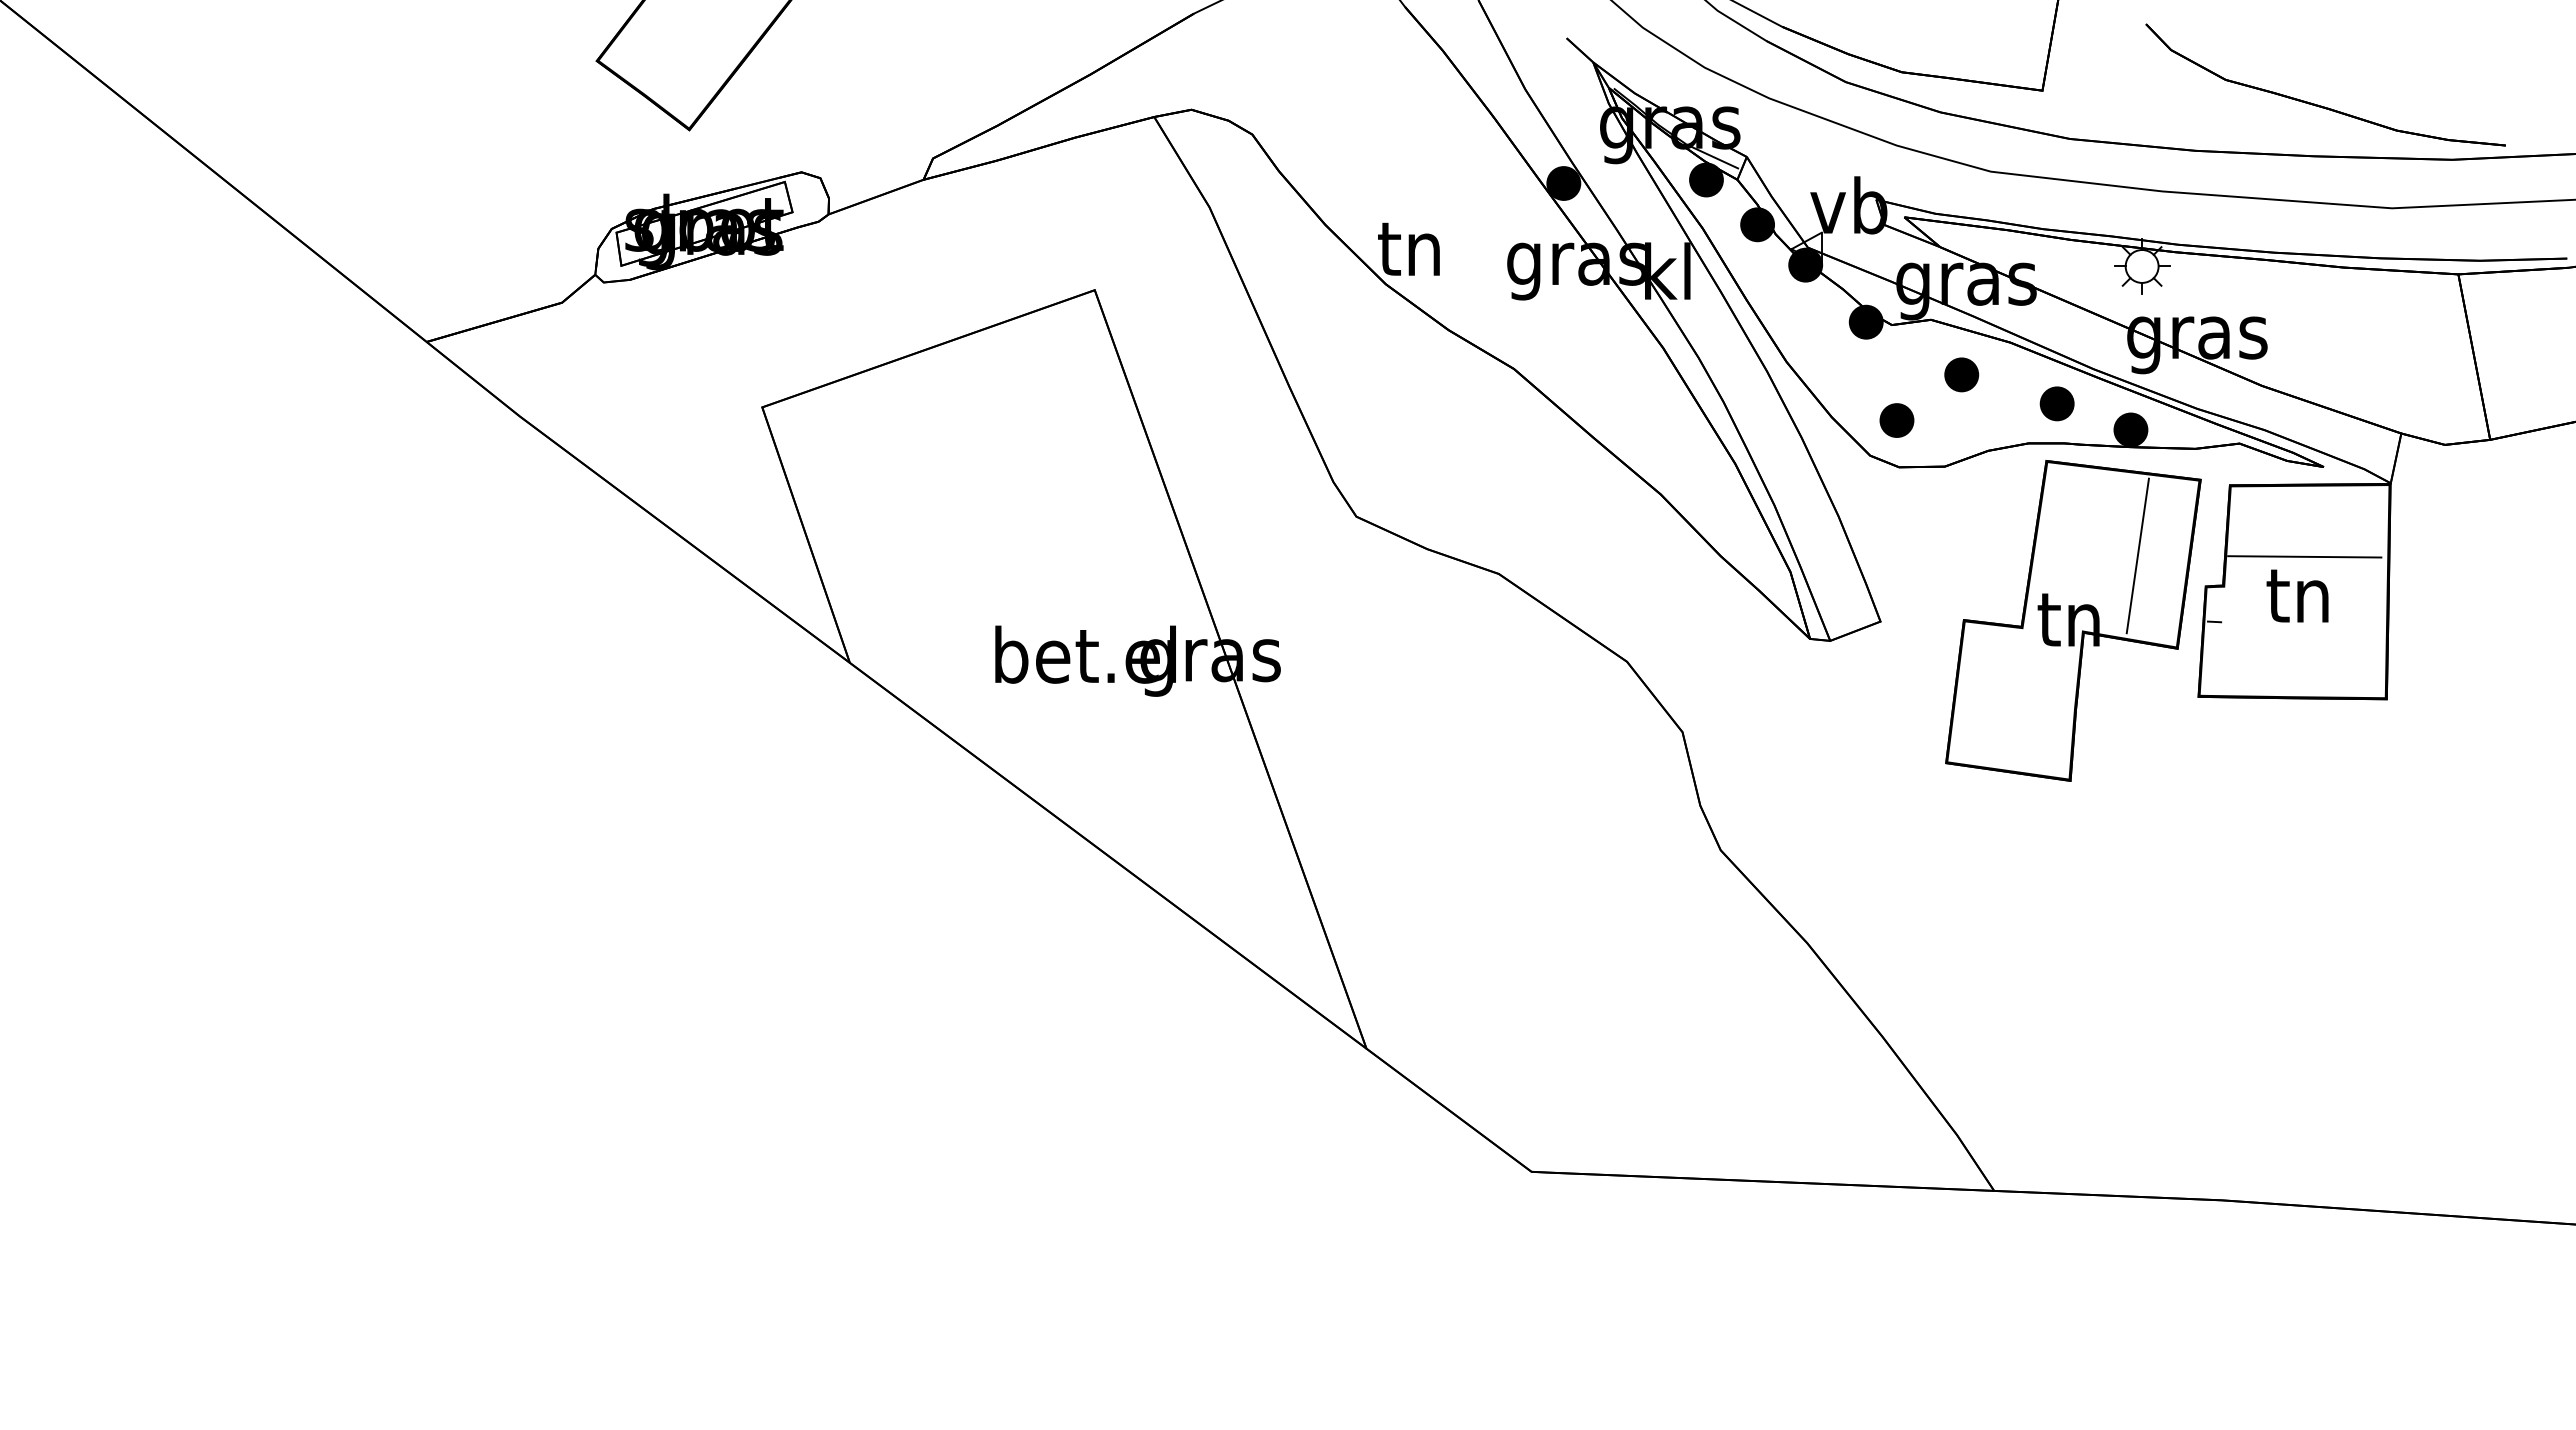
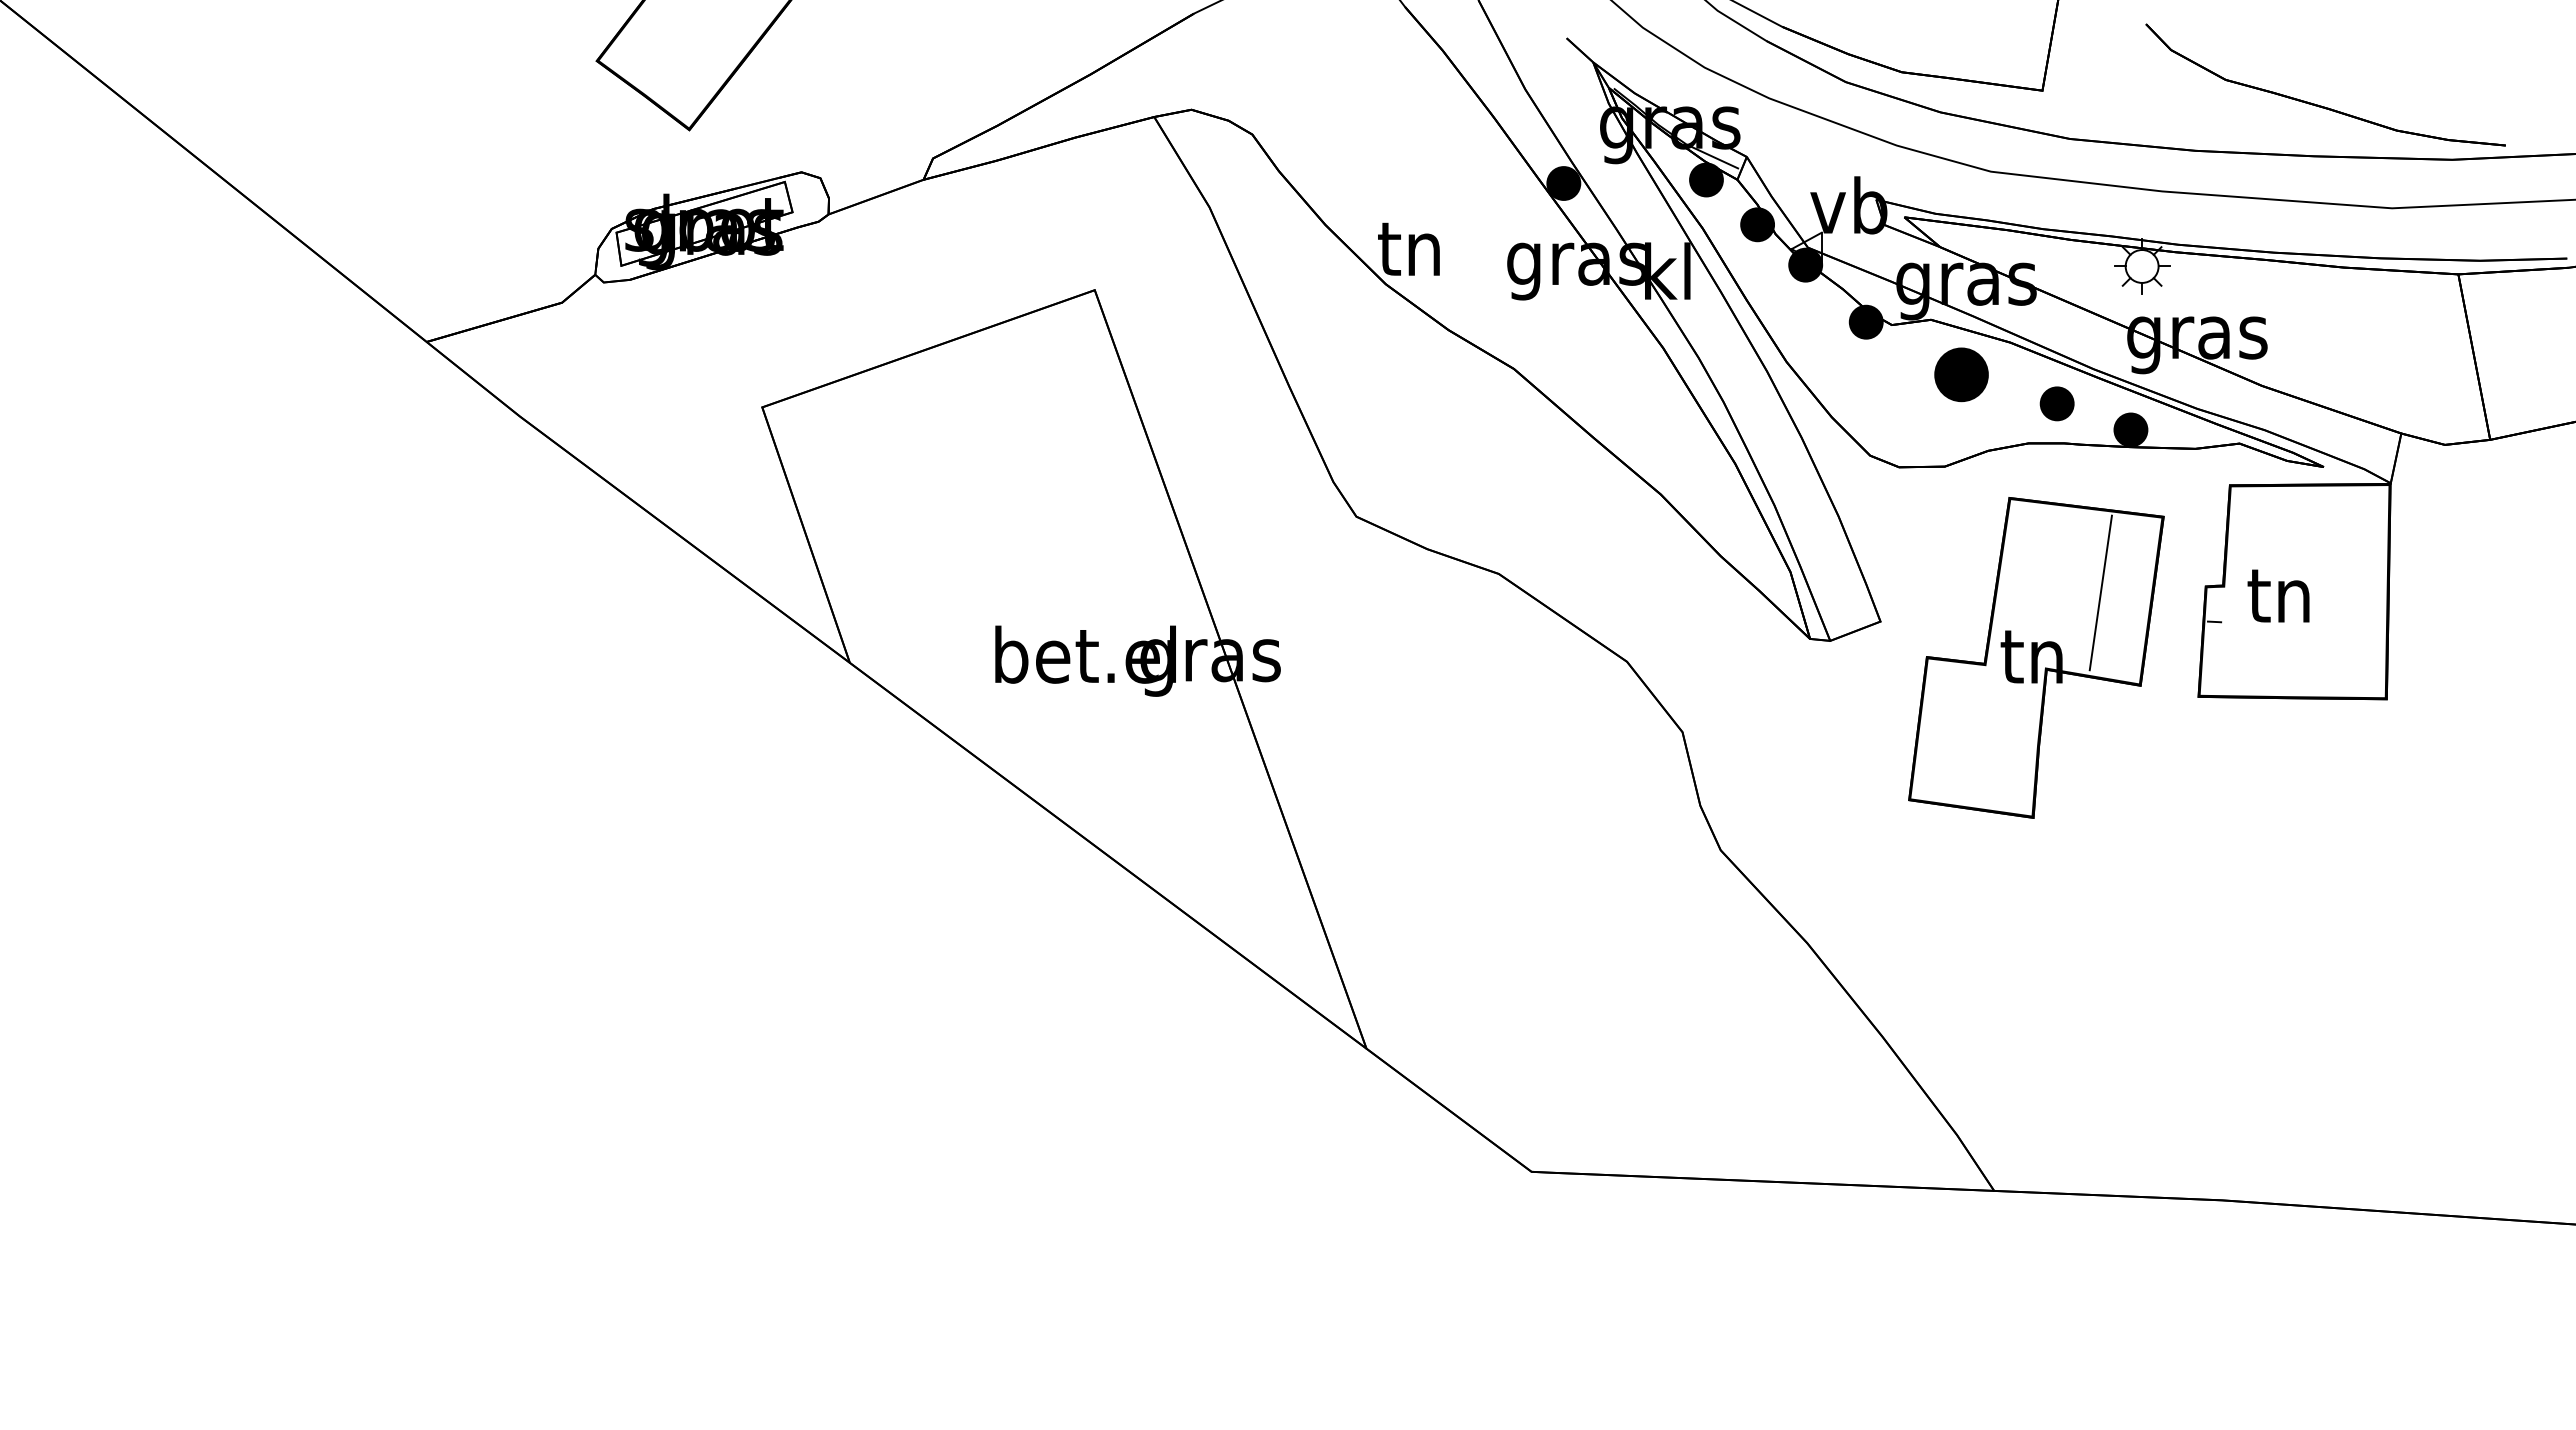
part at (1961, 374) size: 36x36 px -> 55x56 px
part at (1896, 420): present -> none
line at (2304, 556): present -> none
text at (2297, 595) position: (2297, 595) -> (2278, 595)
part at (2073, 620) position: (2073, 620) -> (2036, 657)
